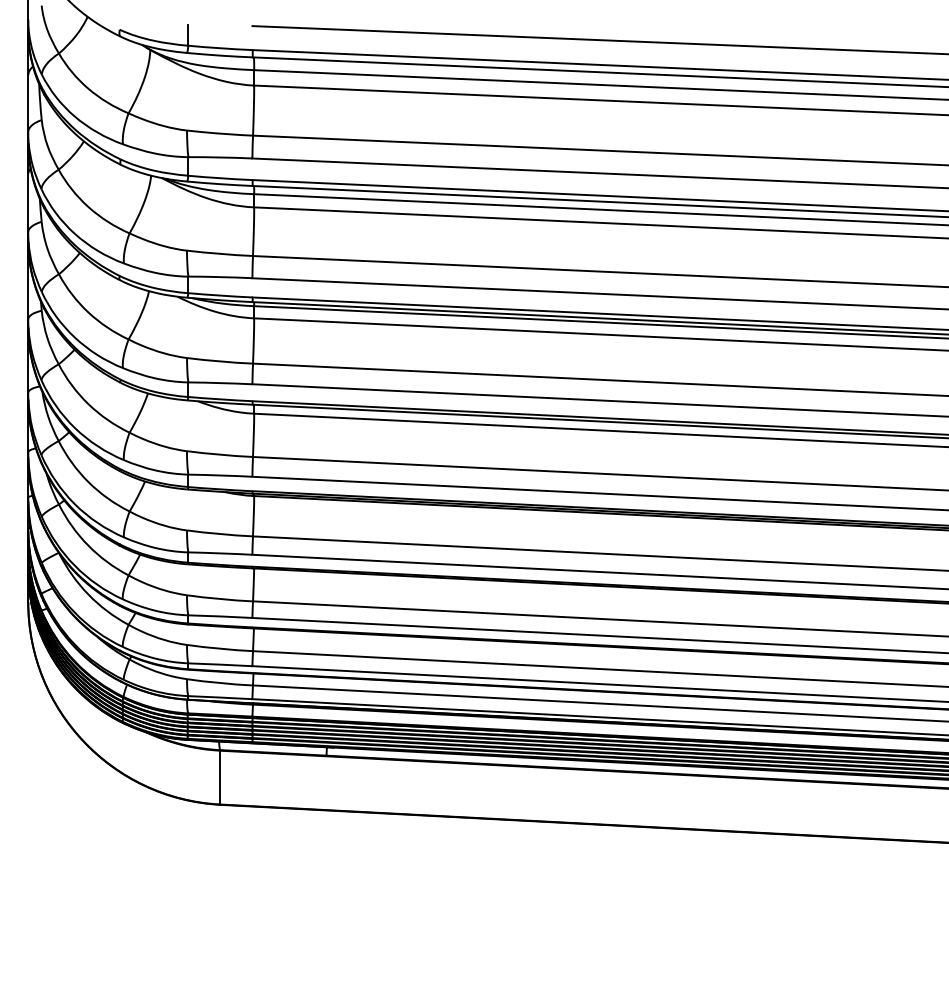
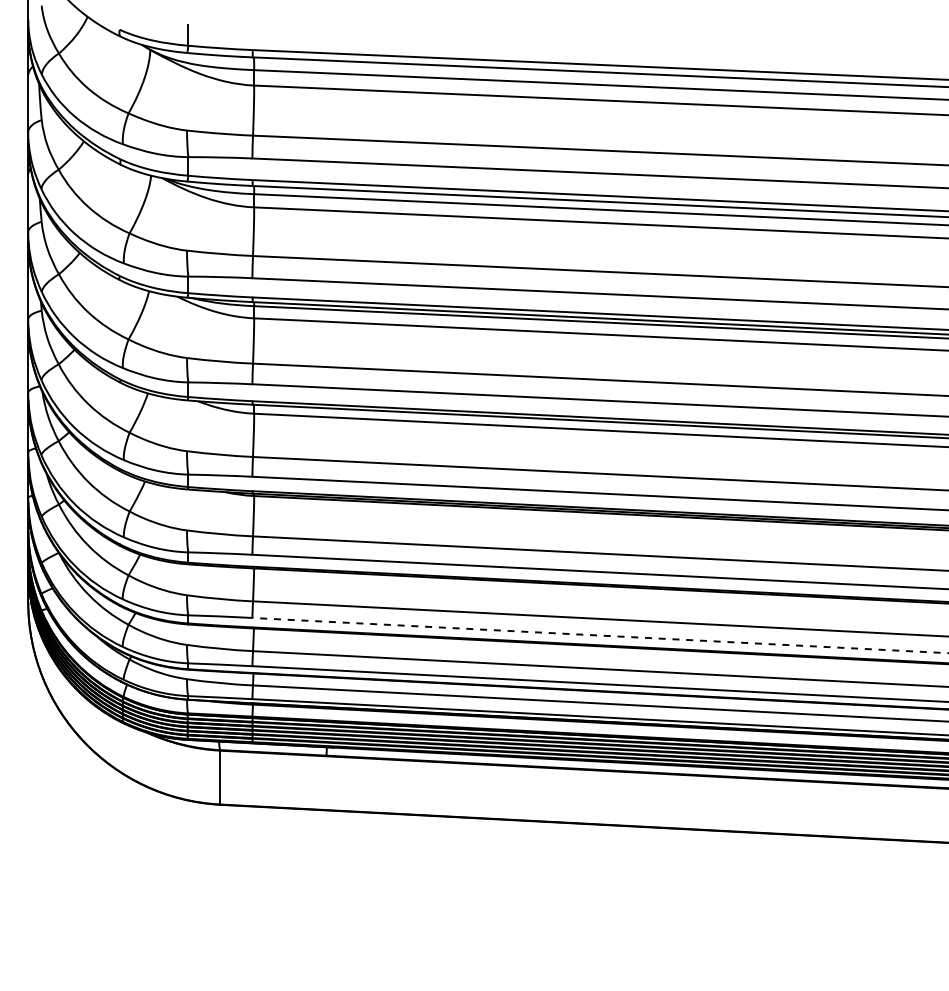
line at (598, 40): present -> none
line at (599, 635): solid -> dashed
